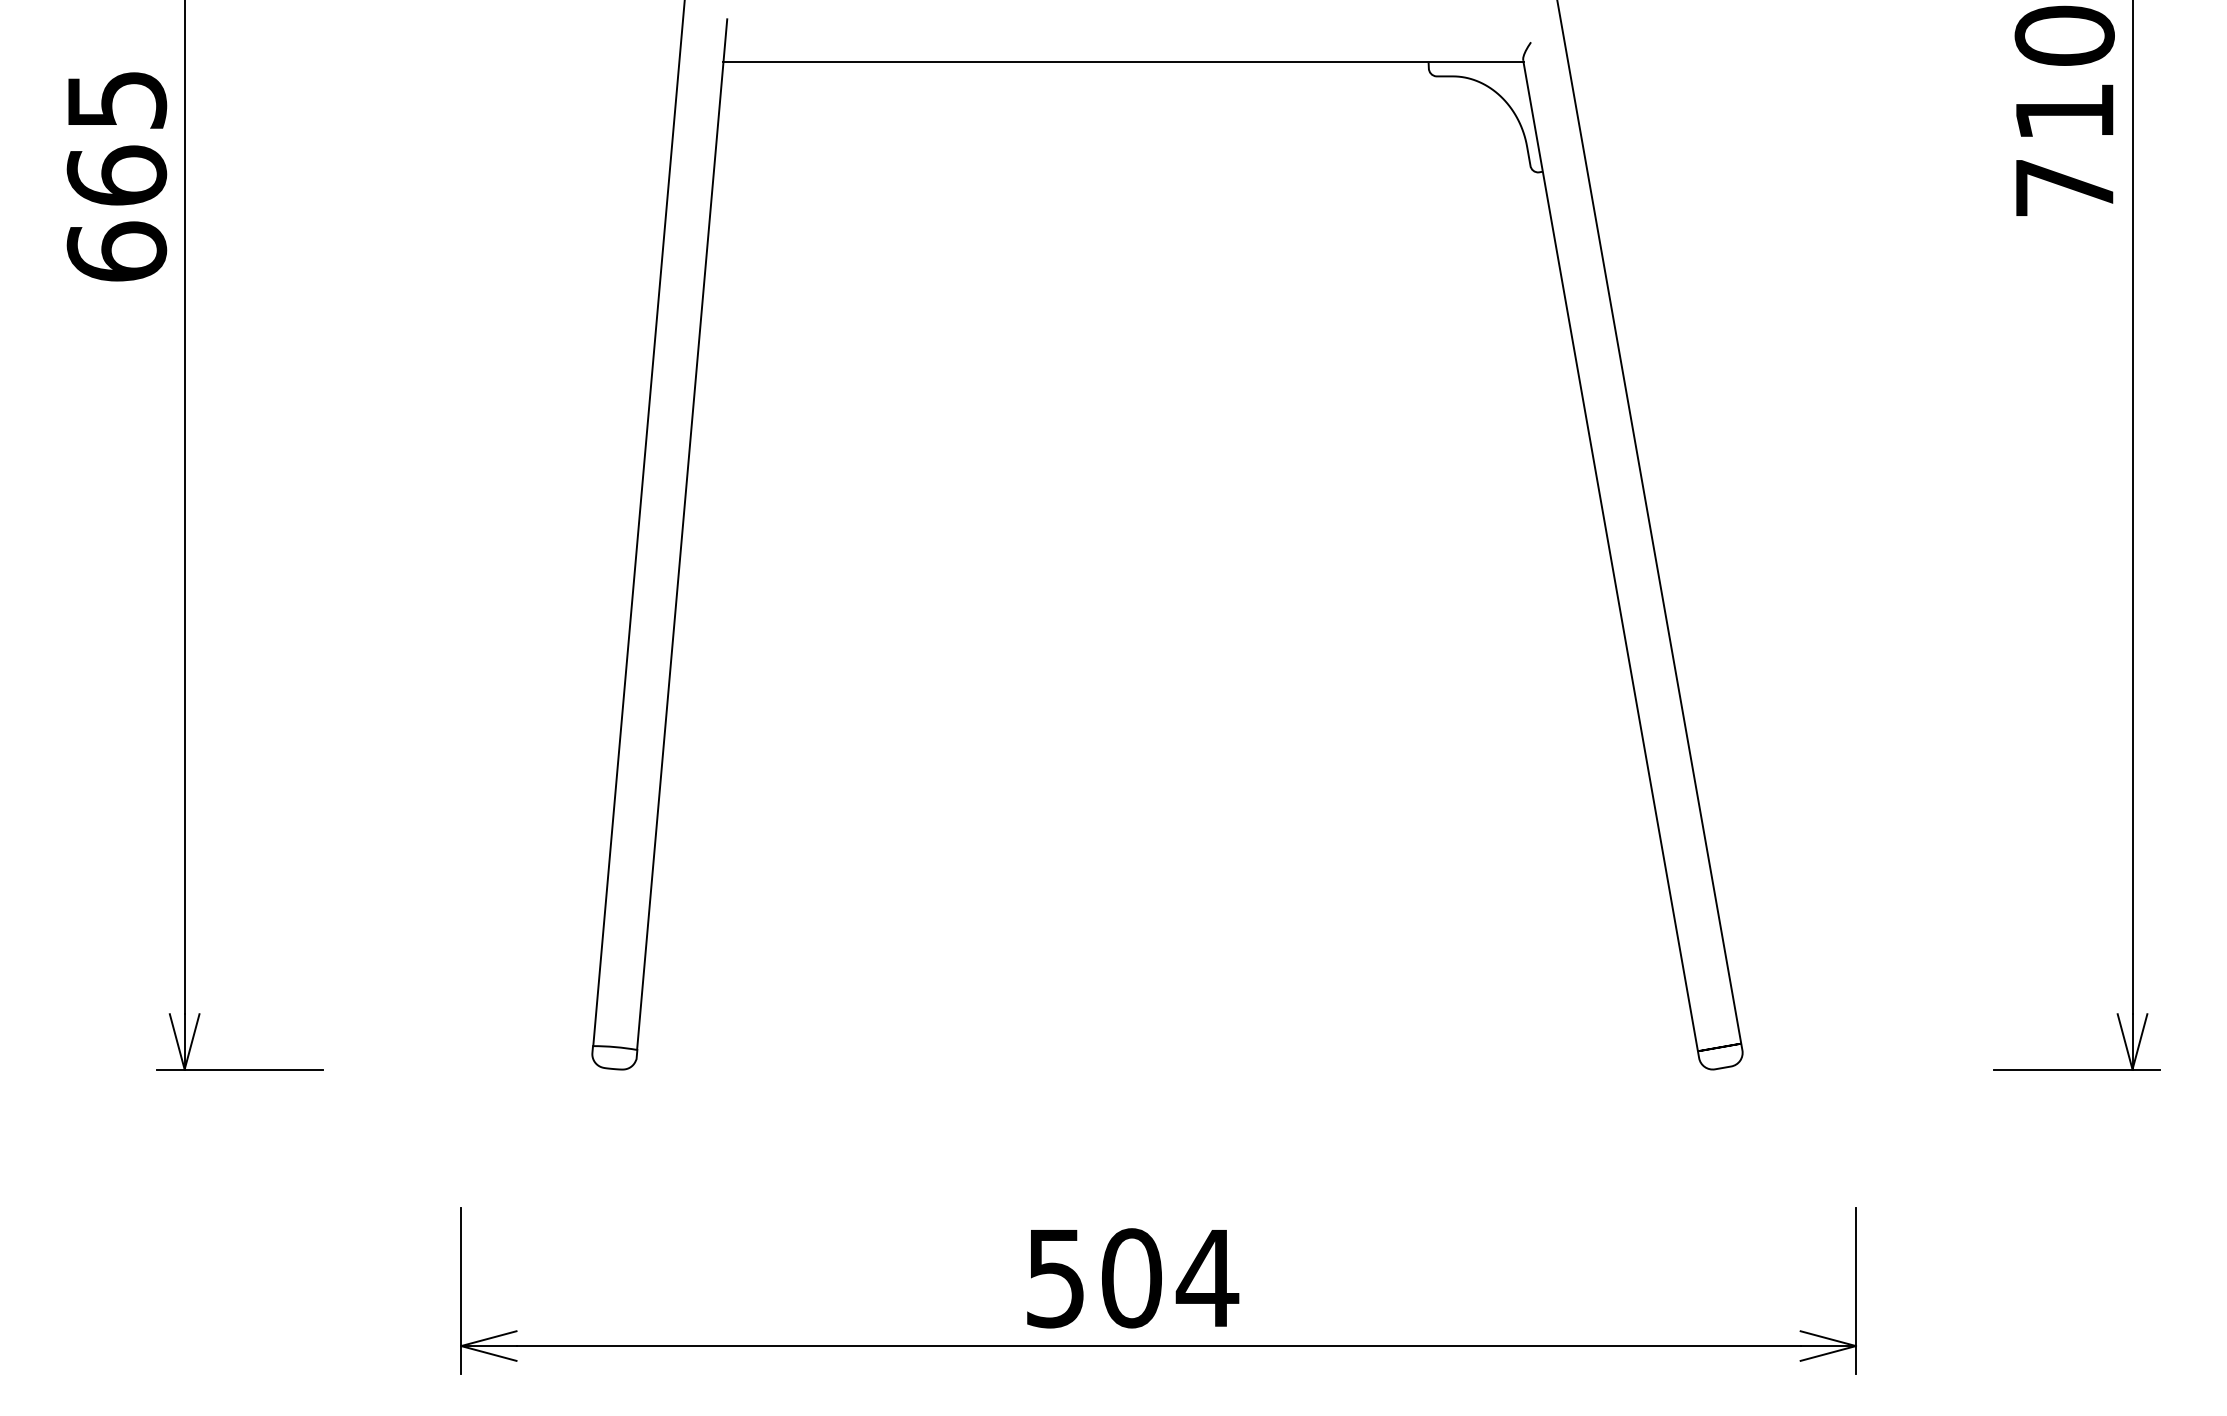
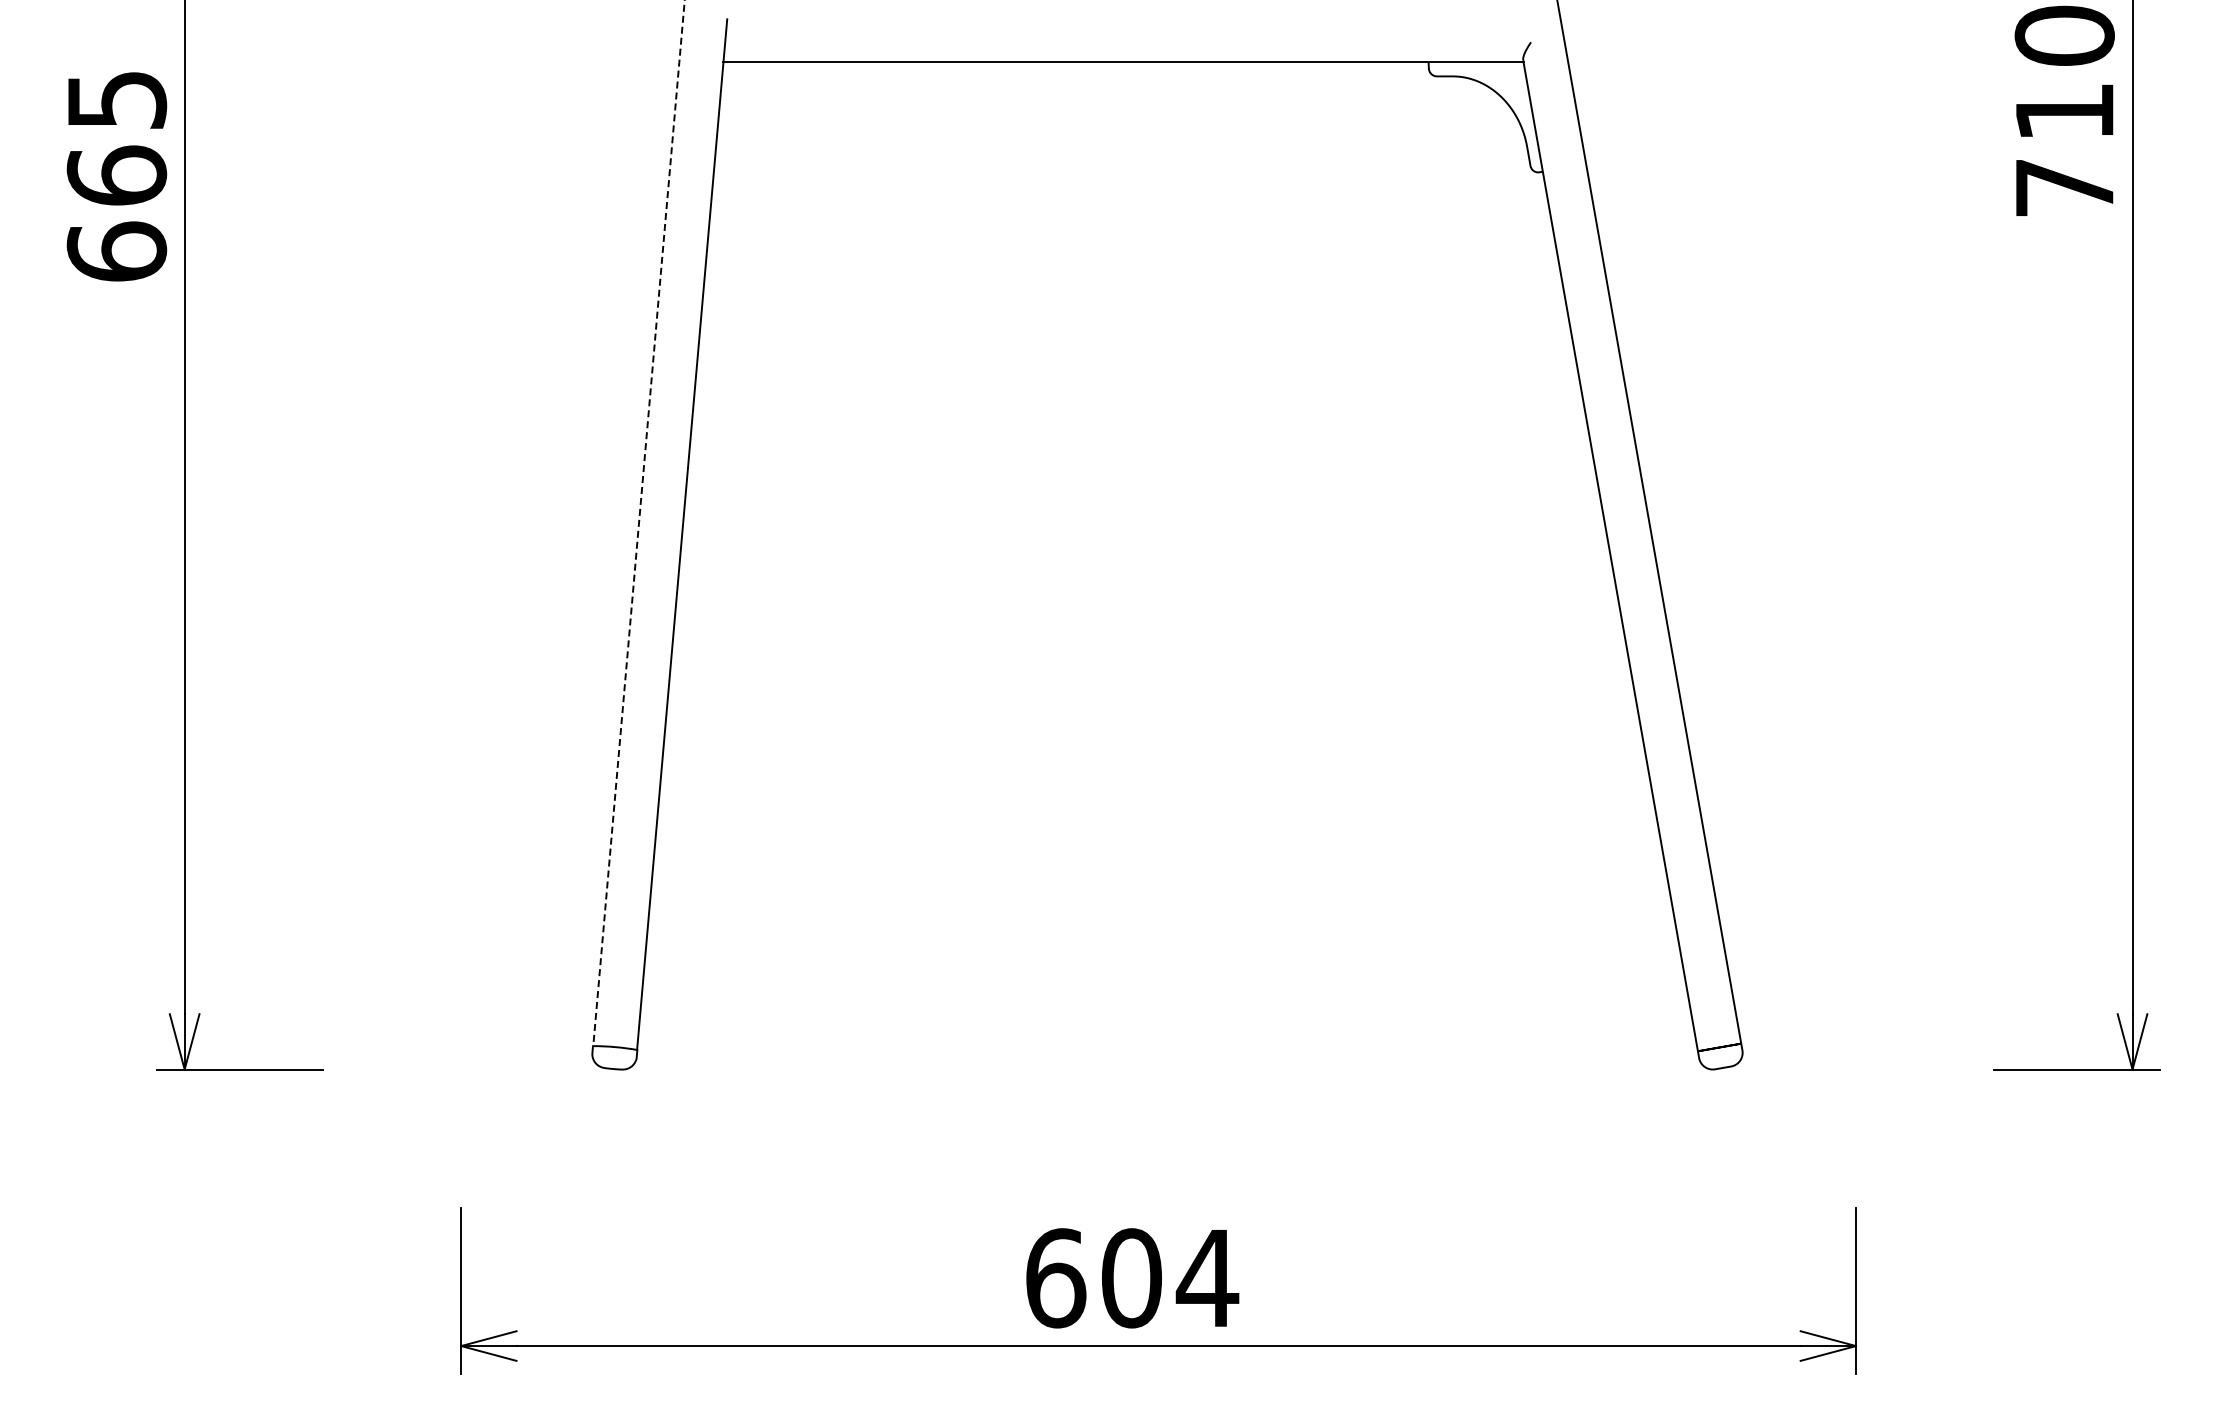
line at (639, 523): solid -> dashed
text at (1056, 1278): 504 -> 604
